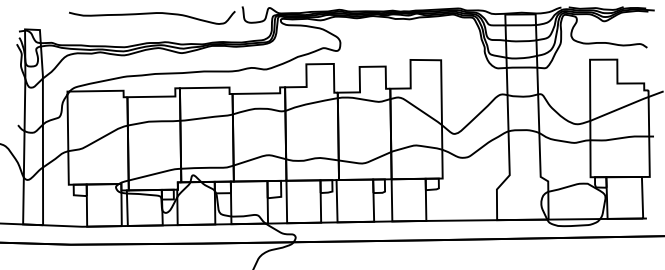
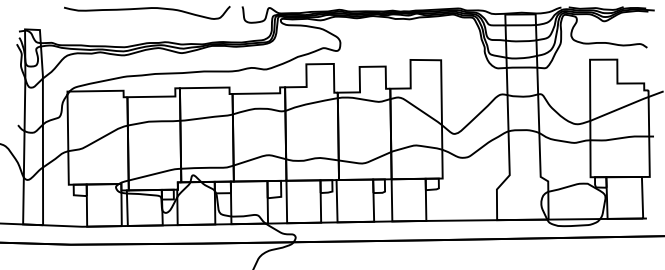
curve at (152, 14) position: (152, 14) -> (147, 9)
